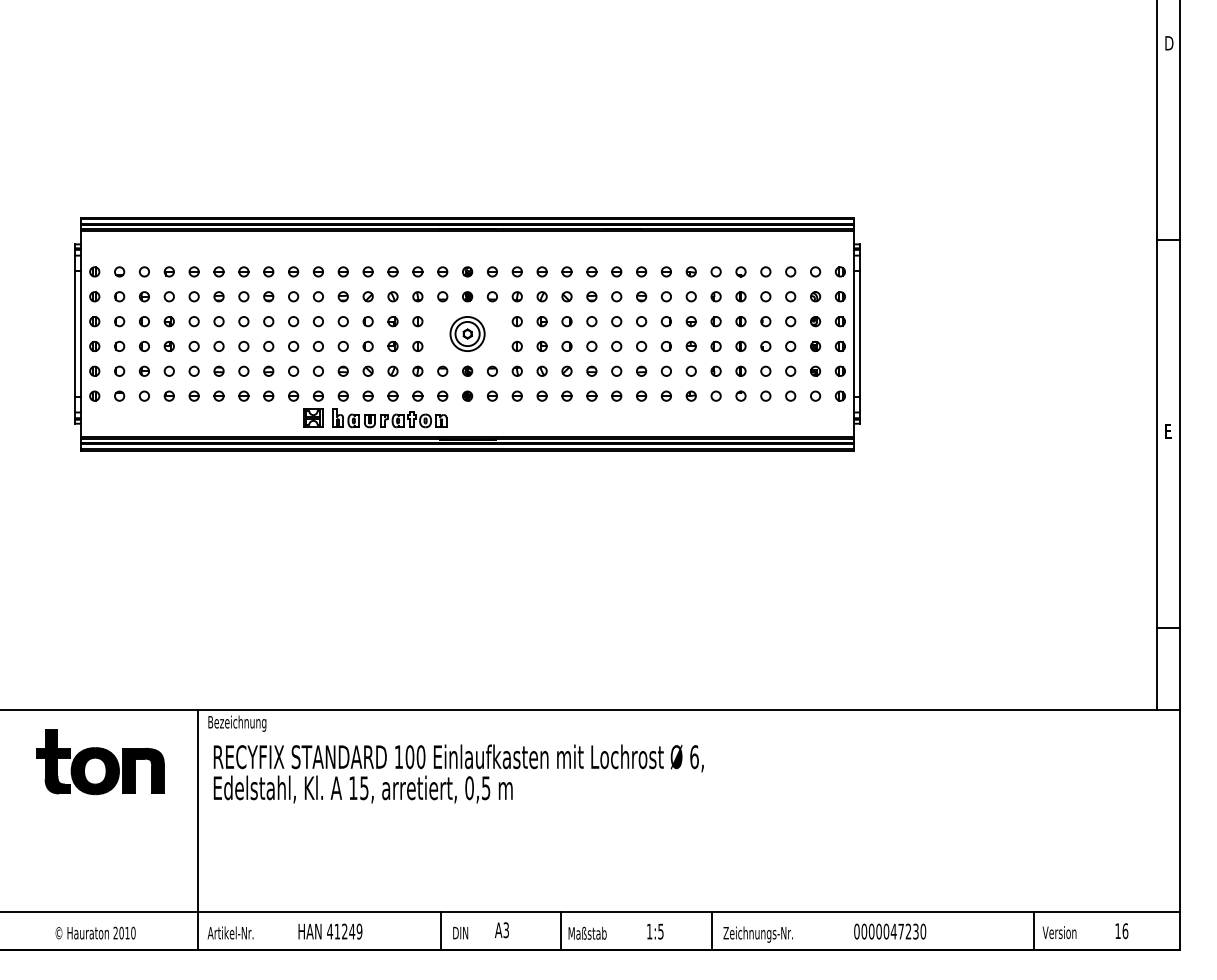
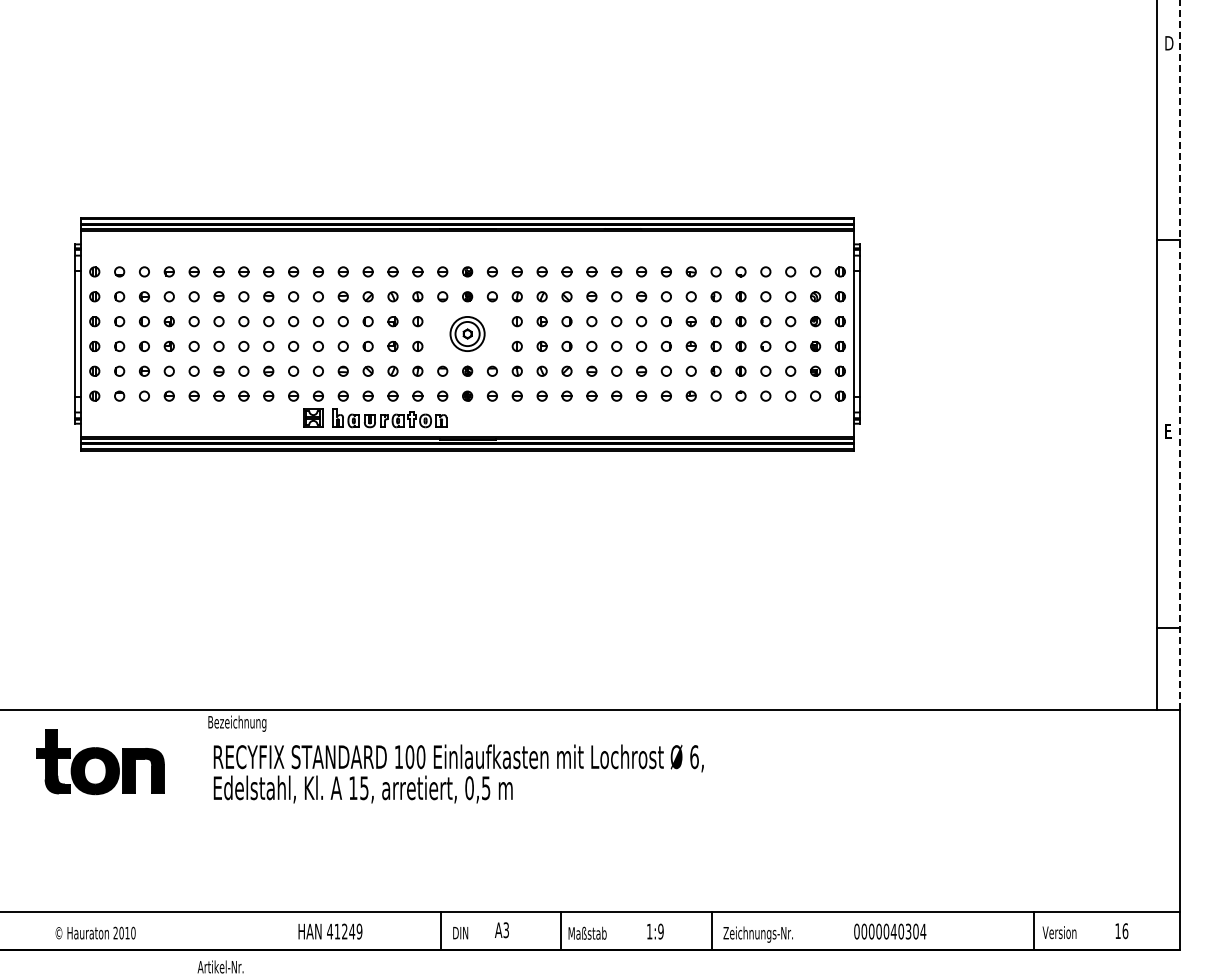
line at (1180, 354): solid -> dashed
line at (197, 829): present -> none
text at (660, 931): 1:5 -> 1:9
text at (912, 931): 0000047230 -> 0000040304
text at (230, 932) position: (230, 932) -> (220, 966)
